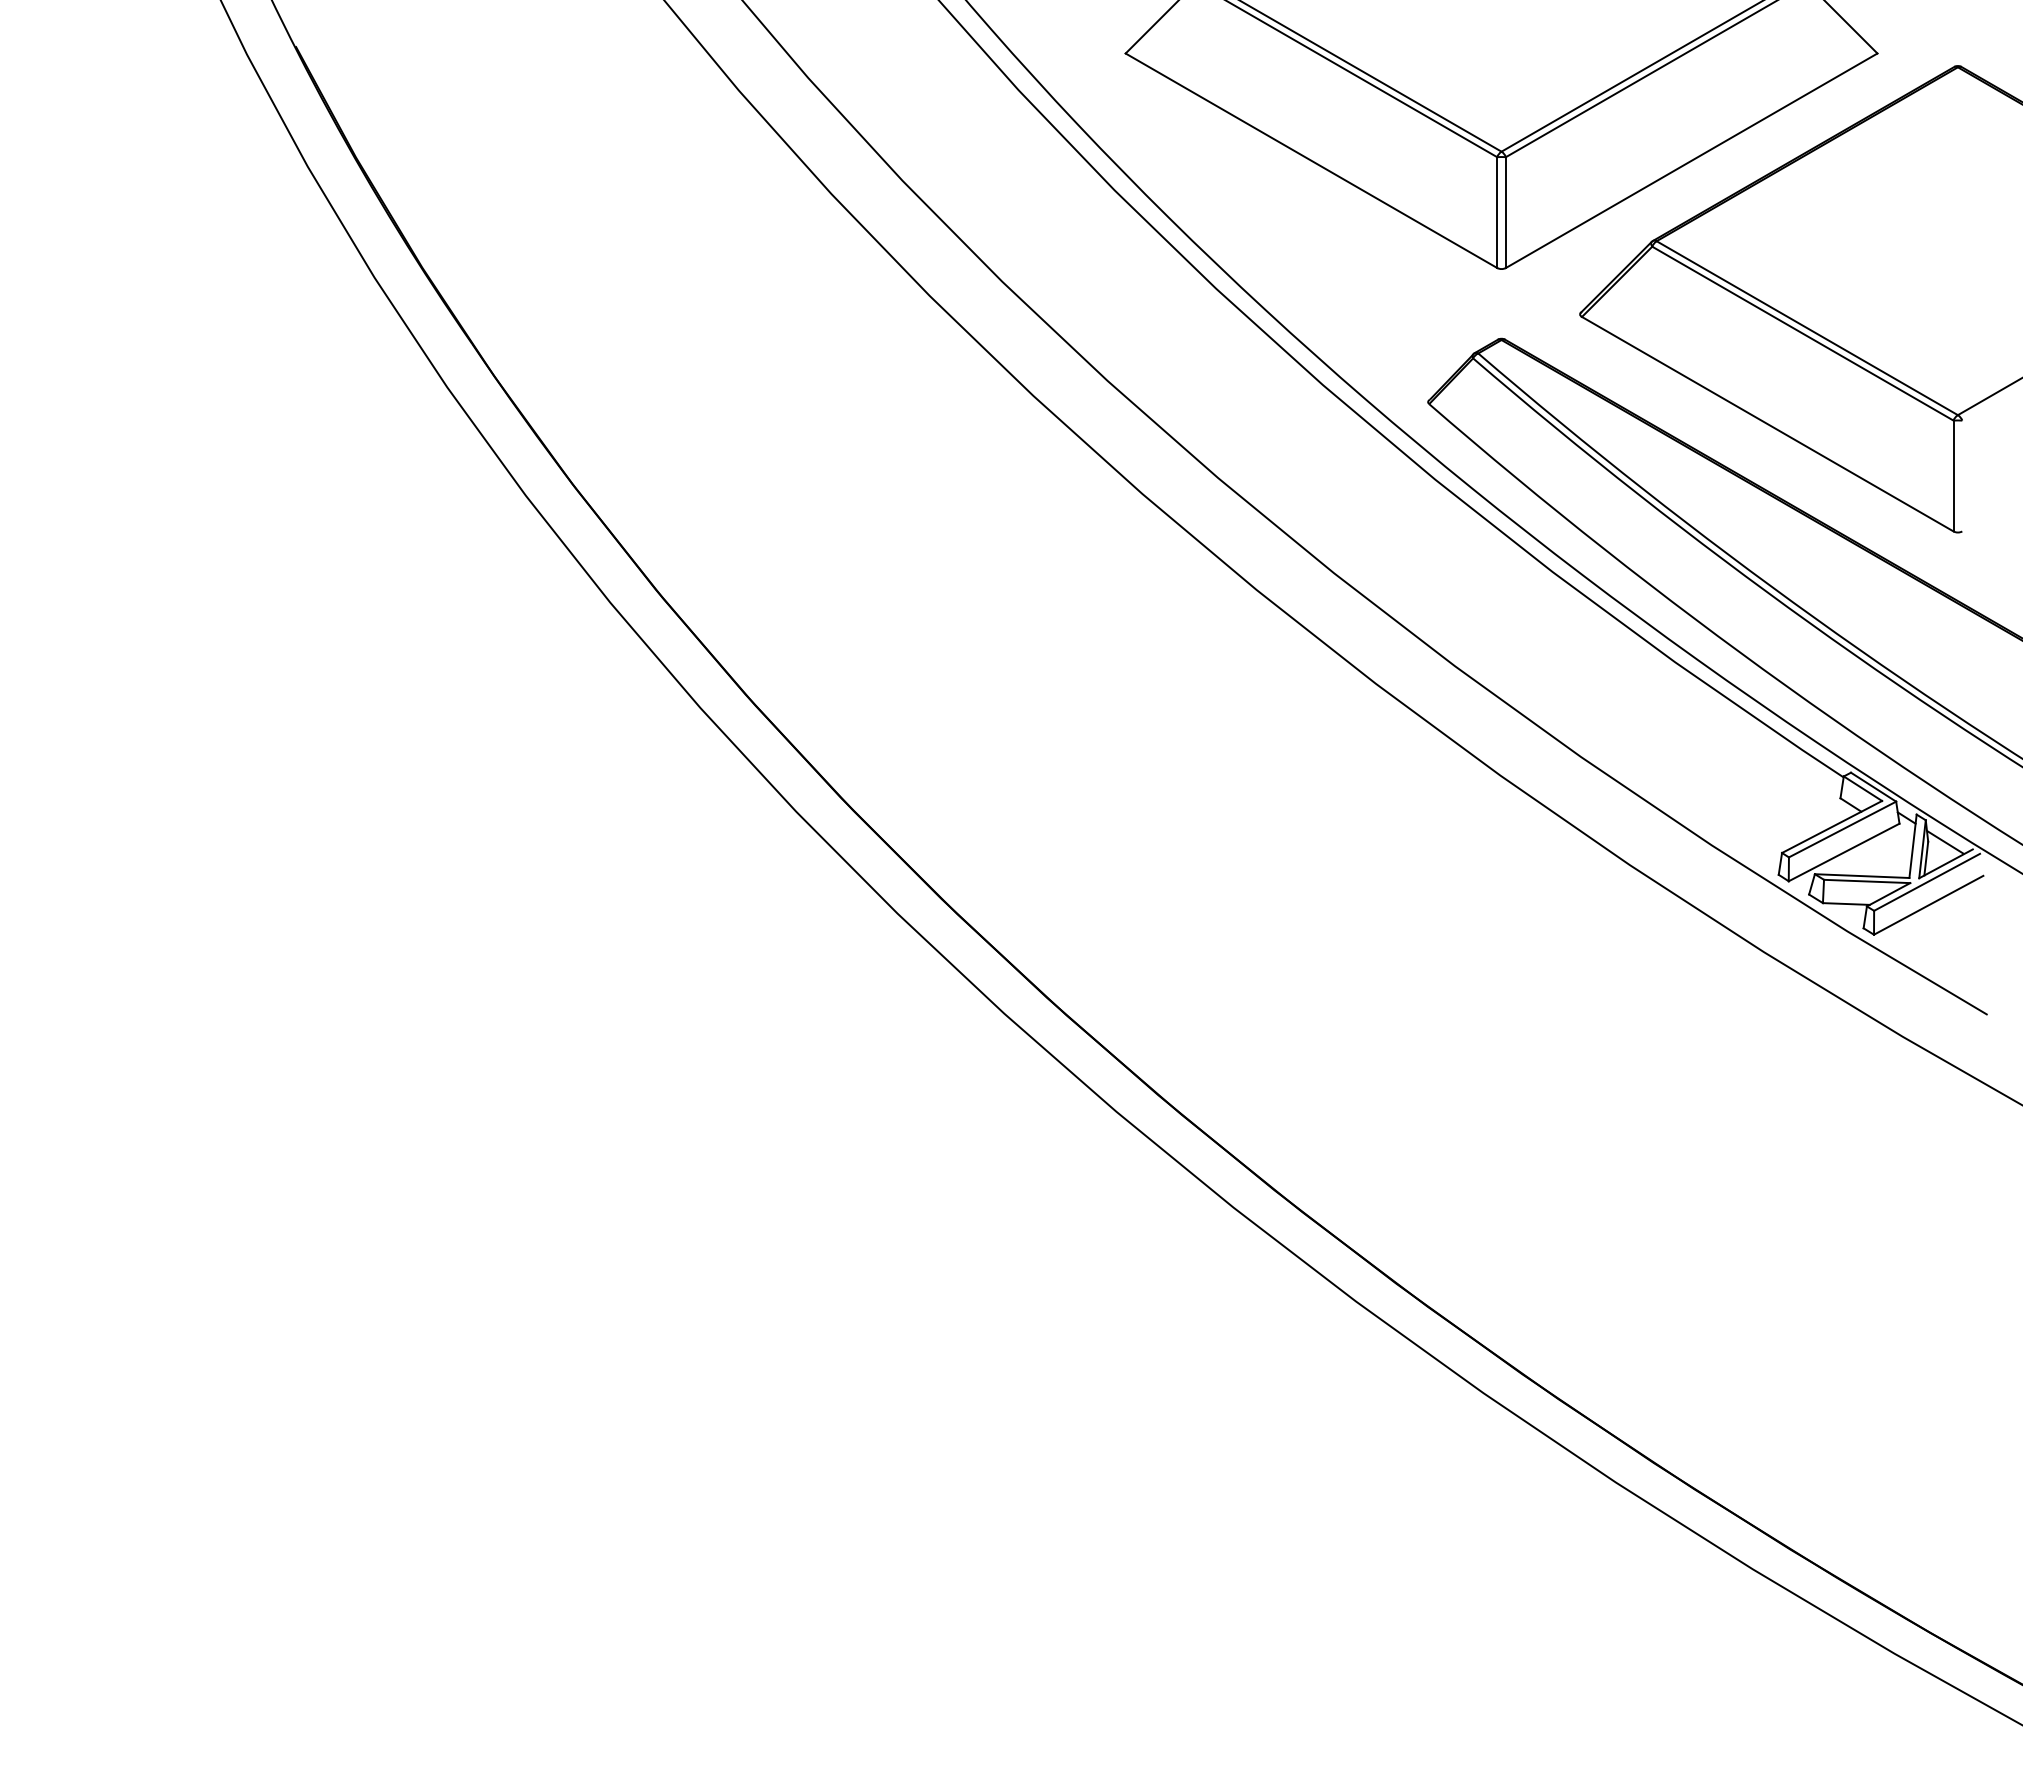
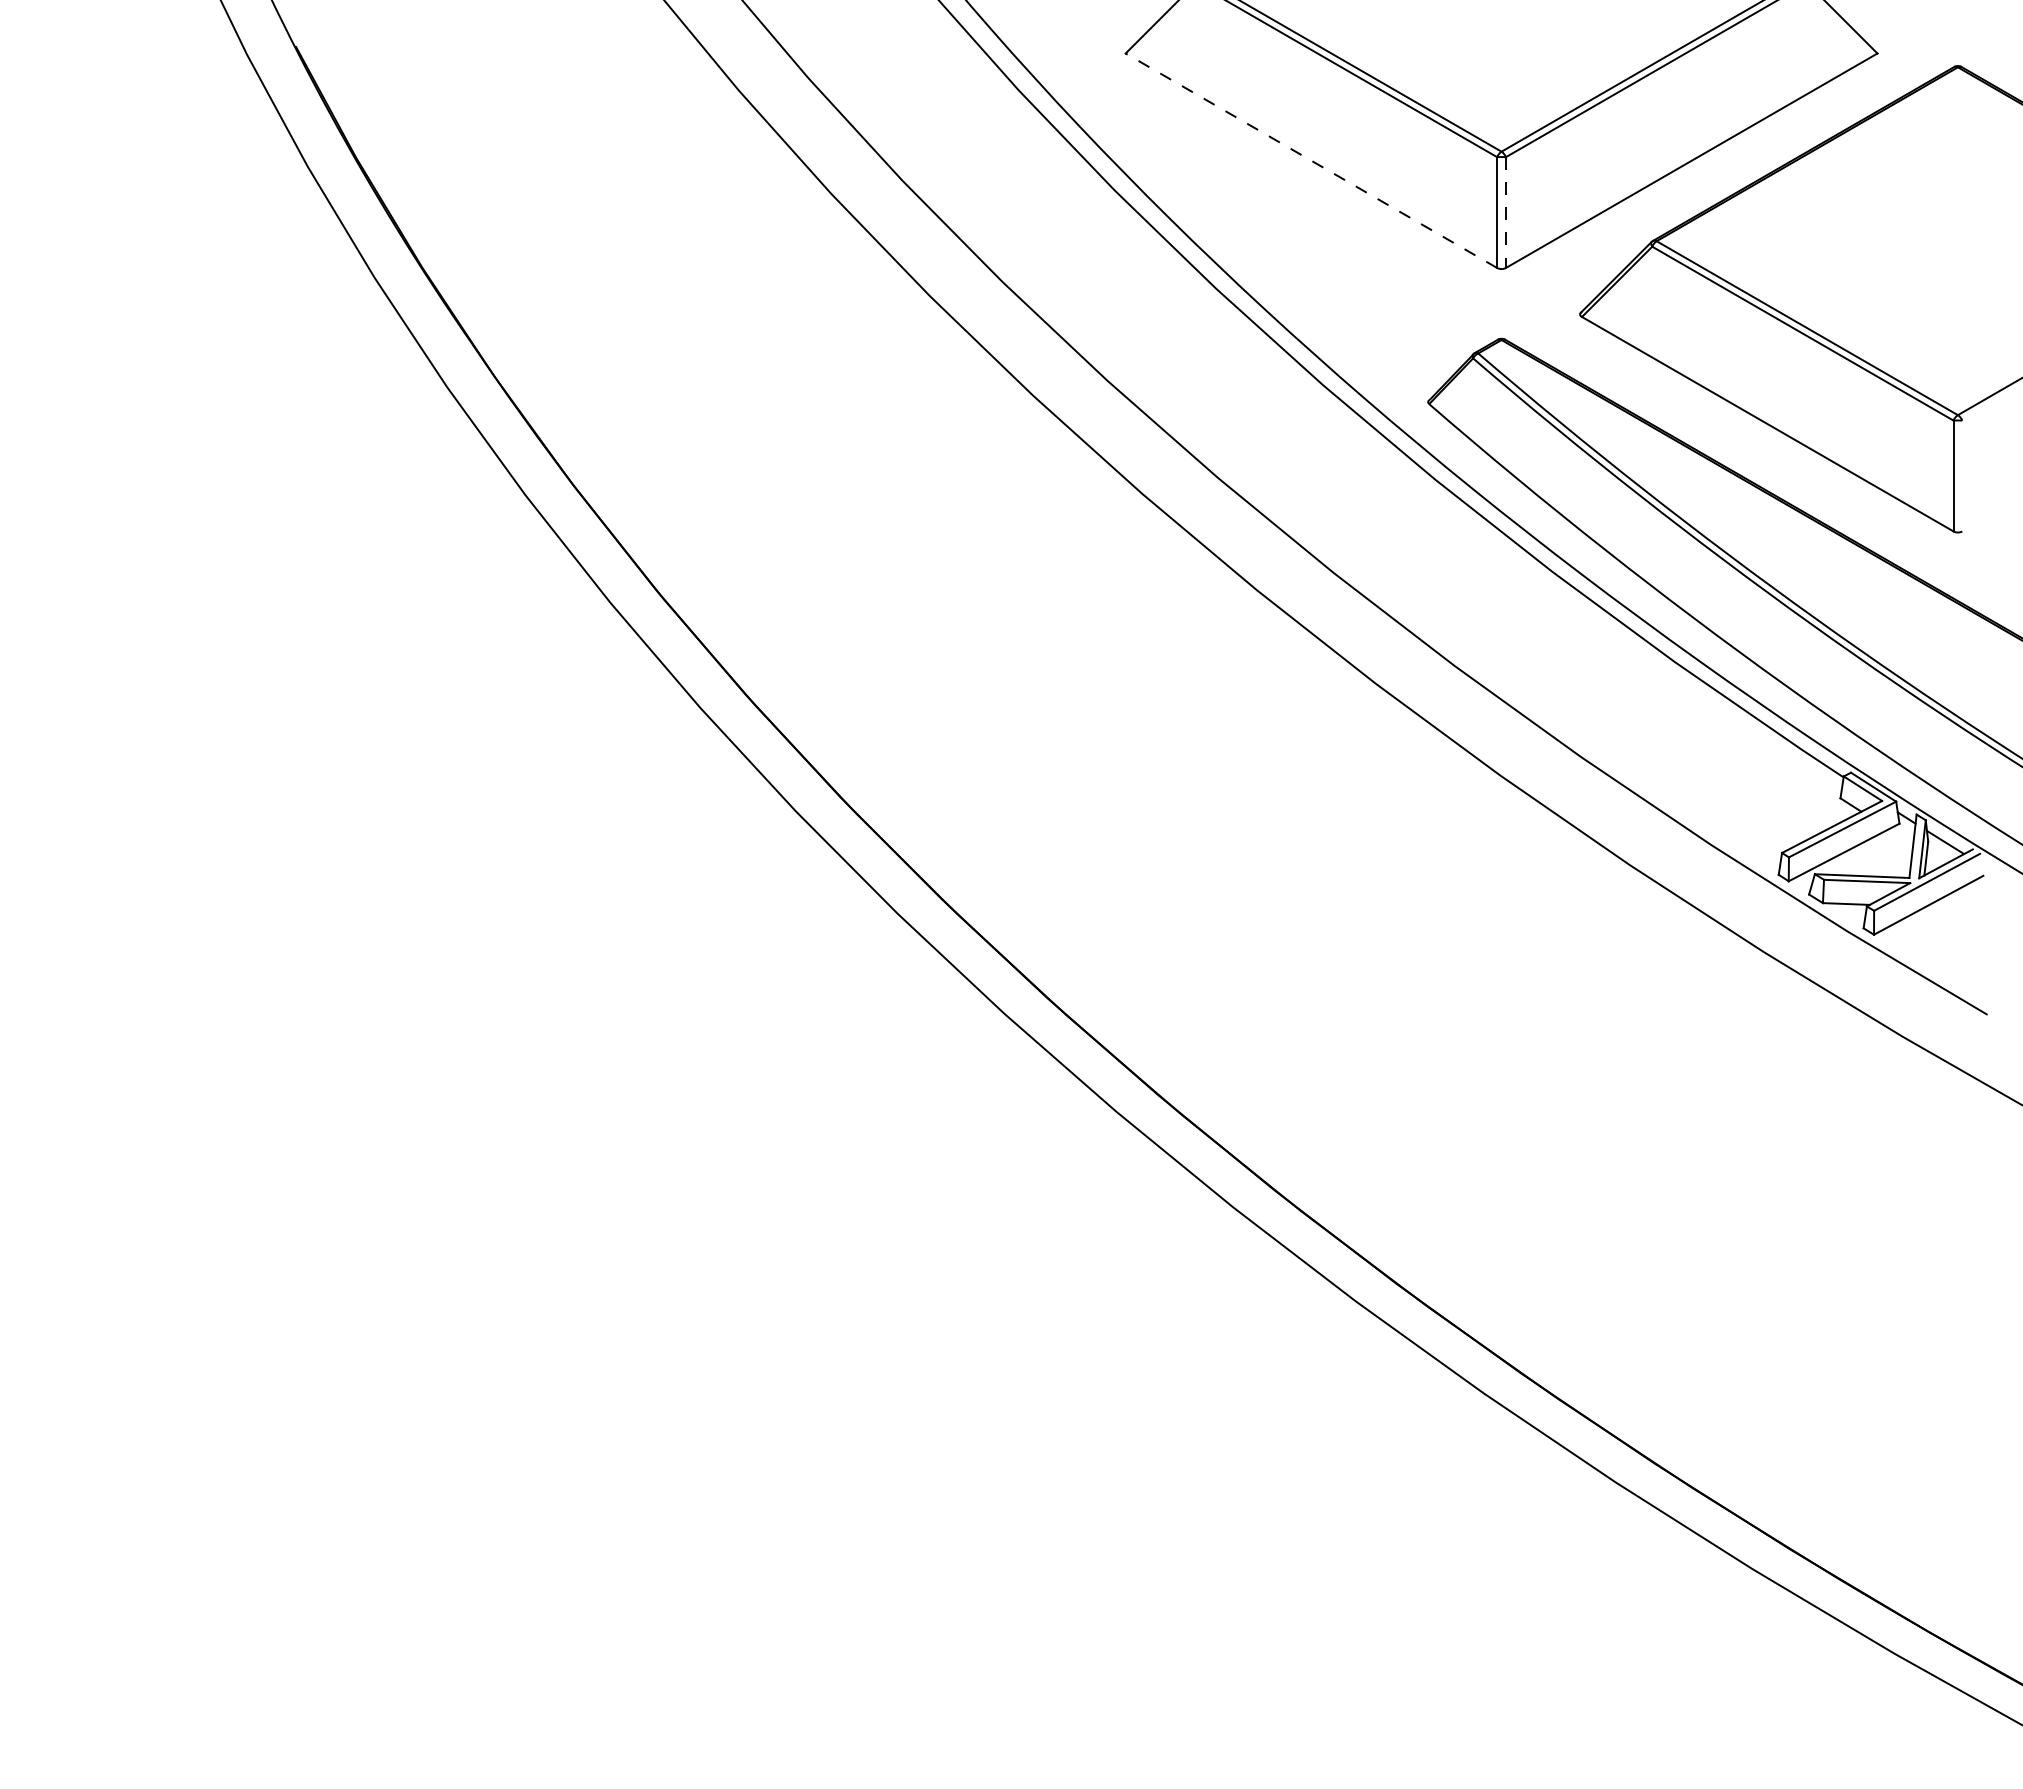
line at (1310, 160): solid -> dashed
line at (1505, 213): solid -> dashed
